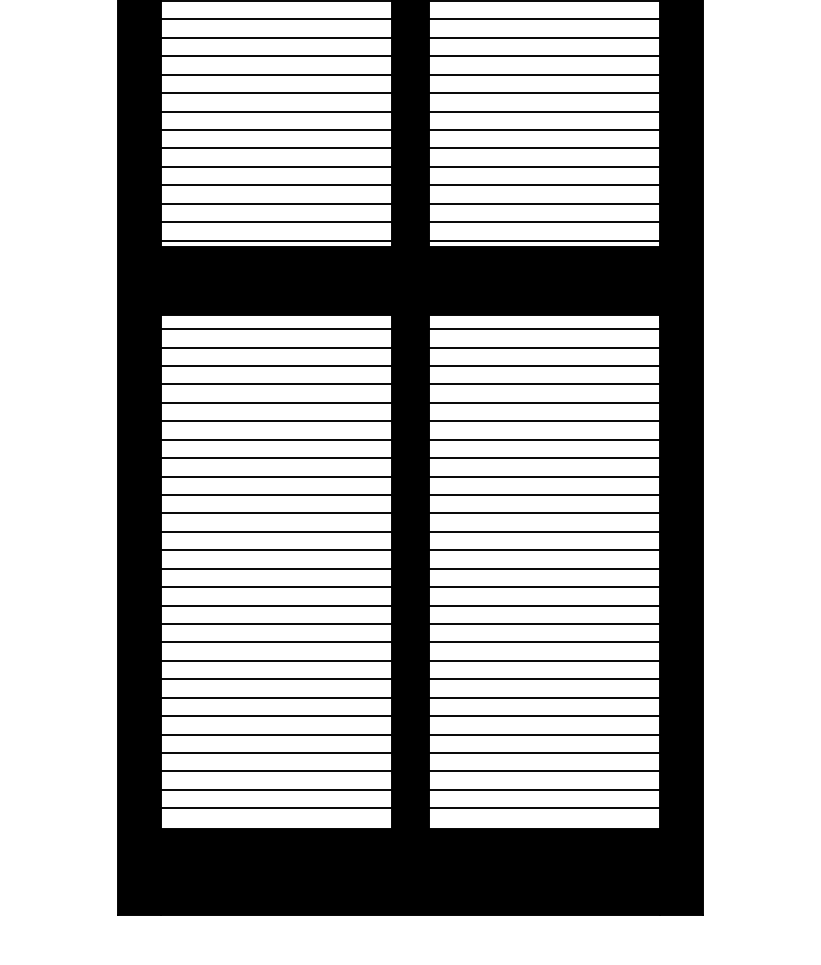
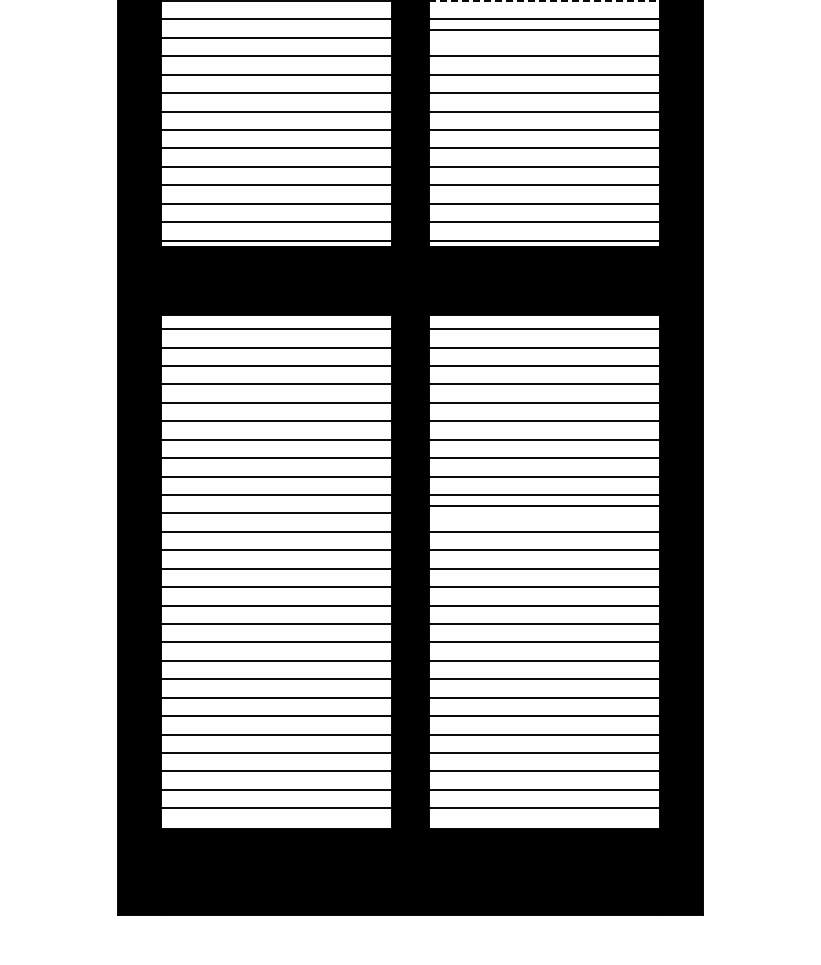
line at (544, 1): solid -> dashed
line at (544, 37) position: (544, 37) -> (544, 29)
line at (544, 513) position: (544, 513) -> (544, 506)
